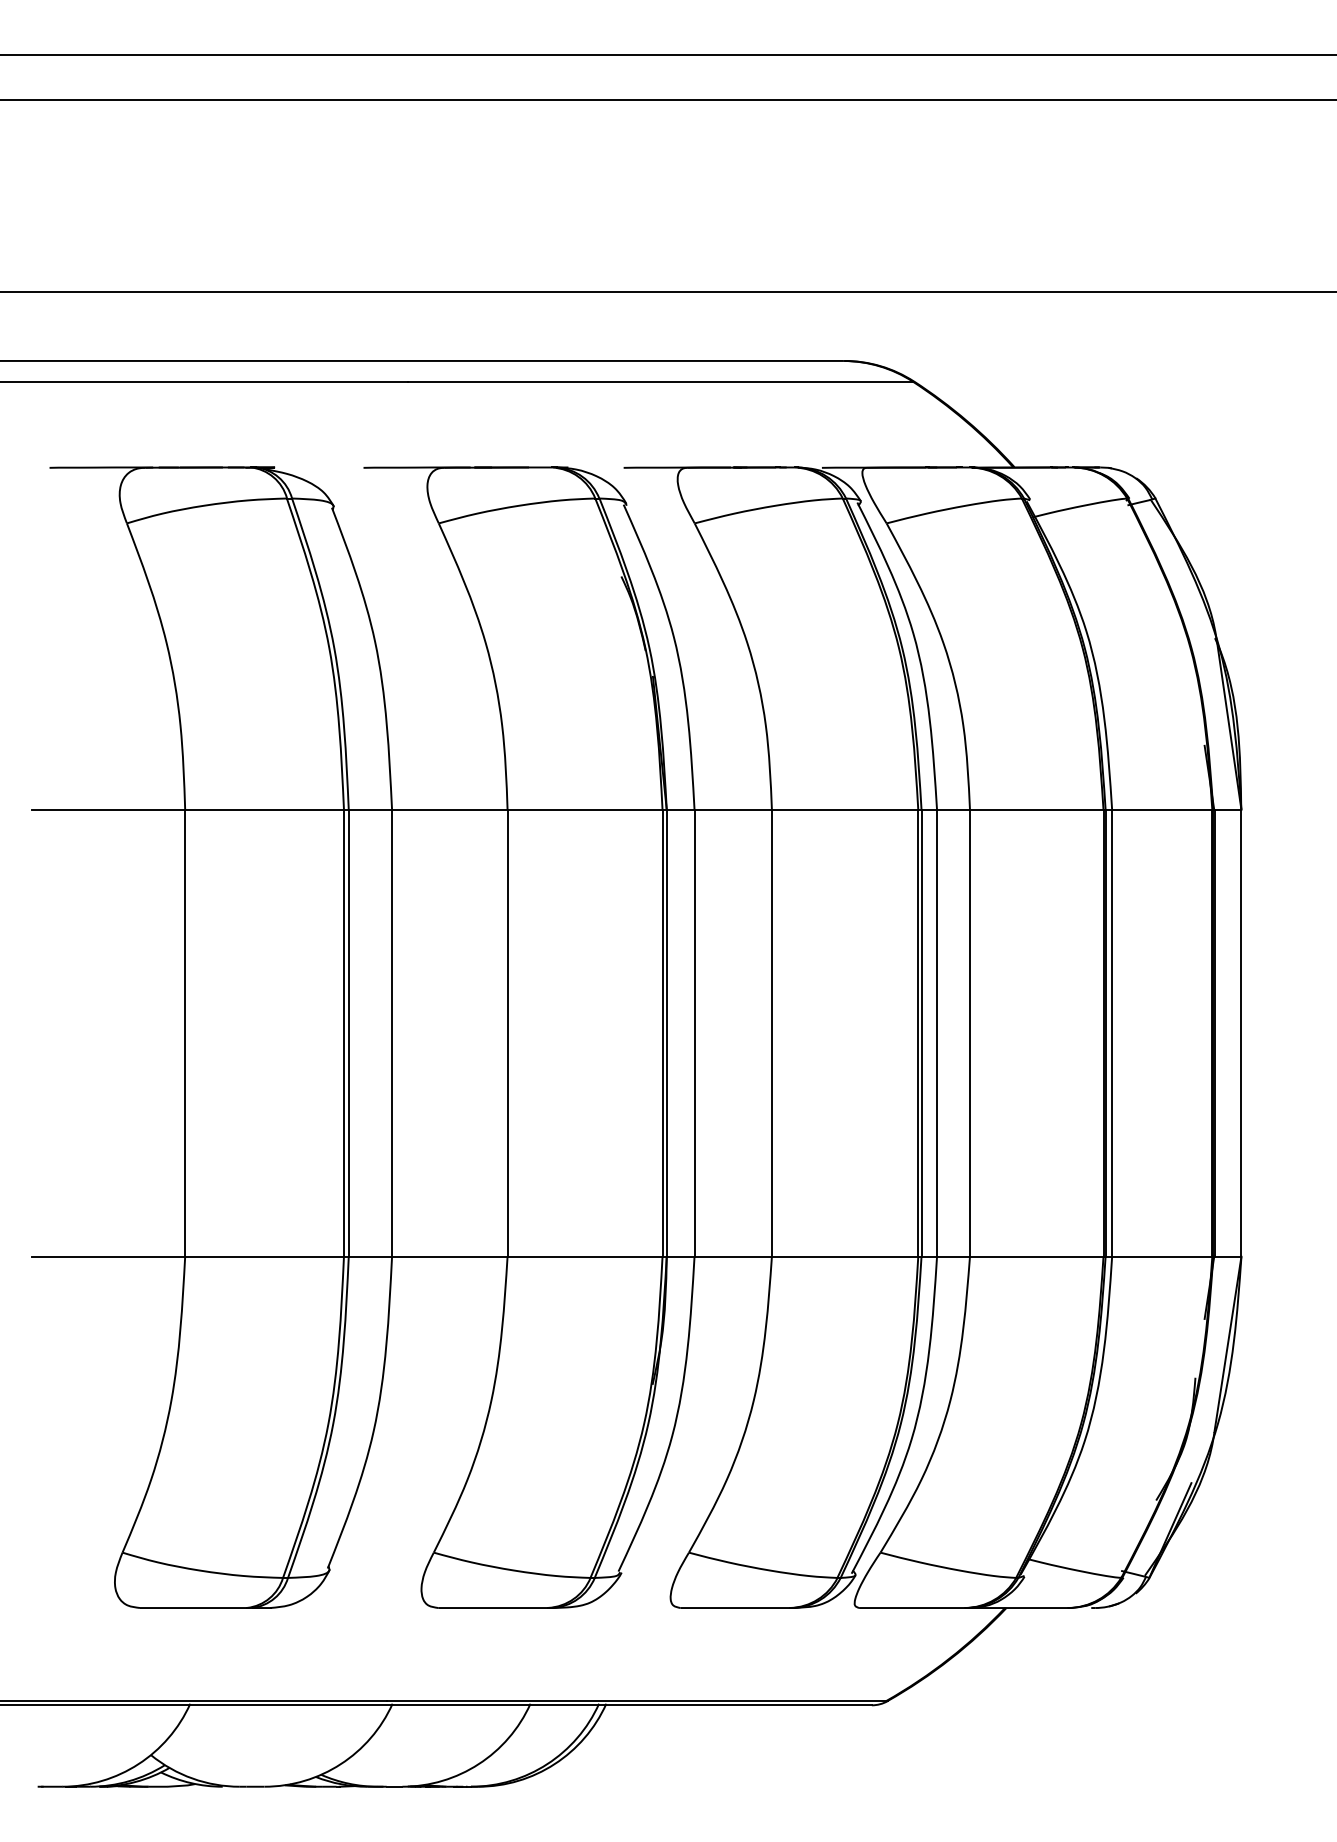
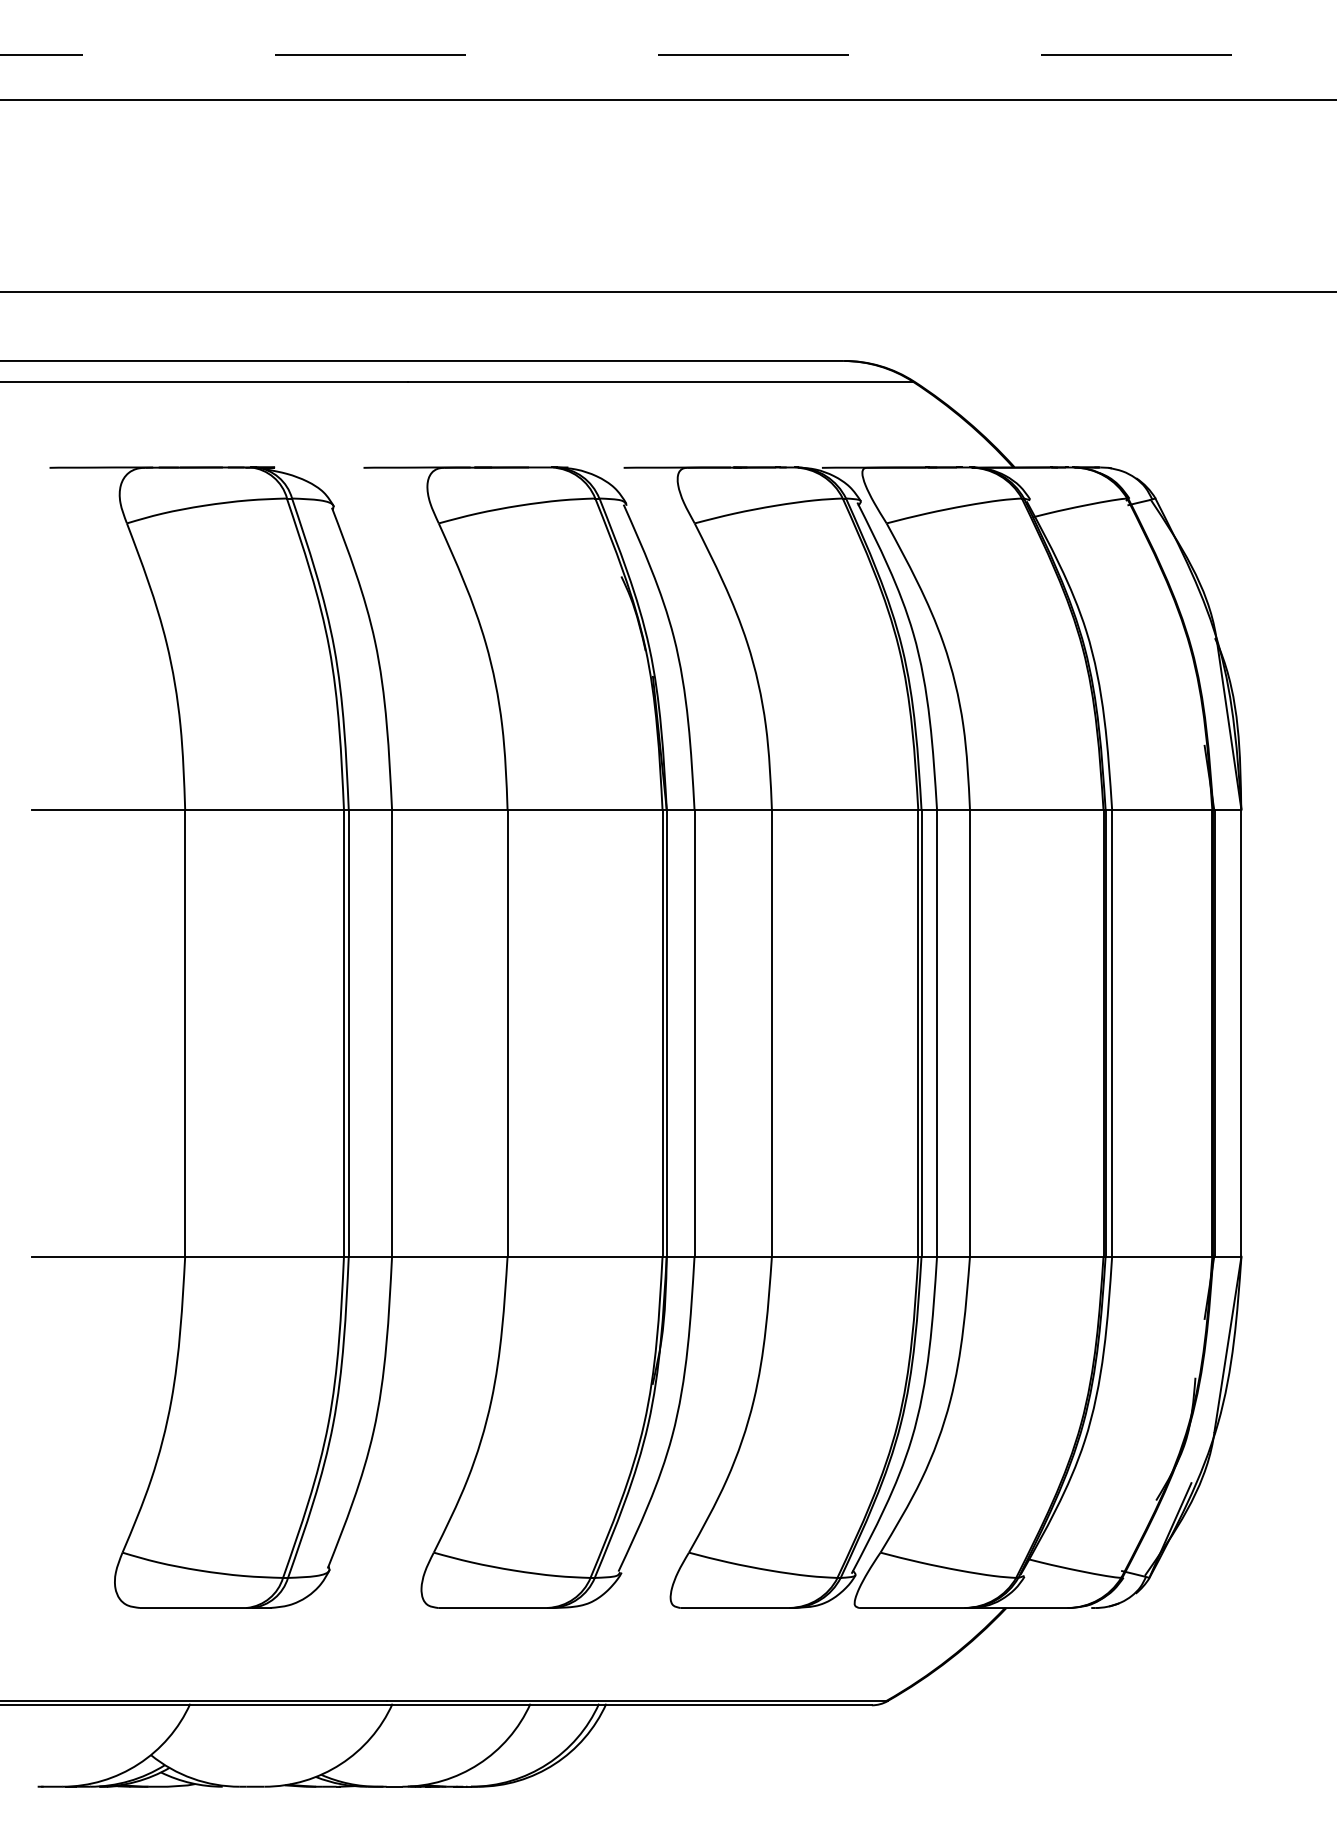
line at (668, 55): solid -> dashed
